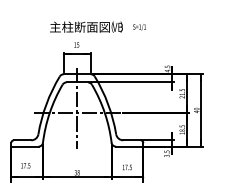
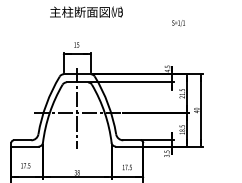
text at (86, 26) position: (86, 26) -> (86, 11)
text at (139, 27) position: (139, 27) -> (178, 23)
